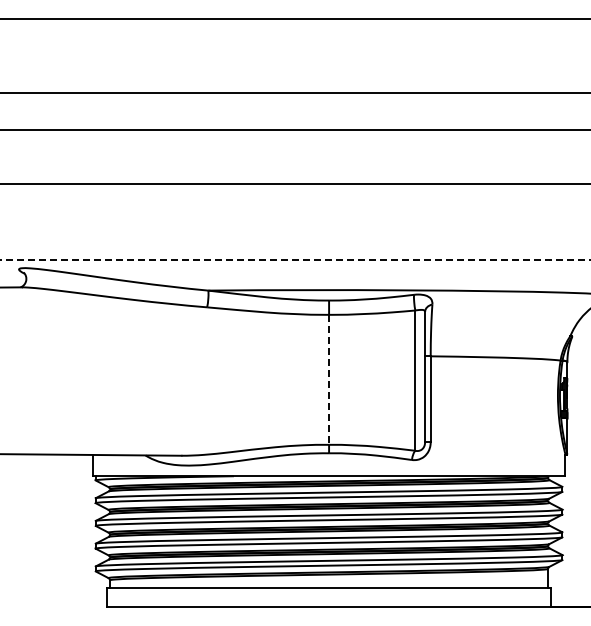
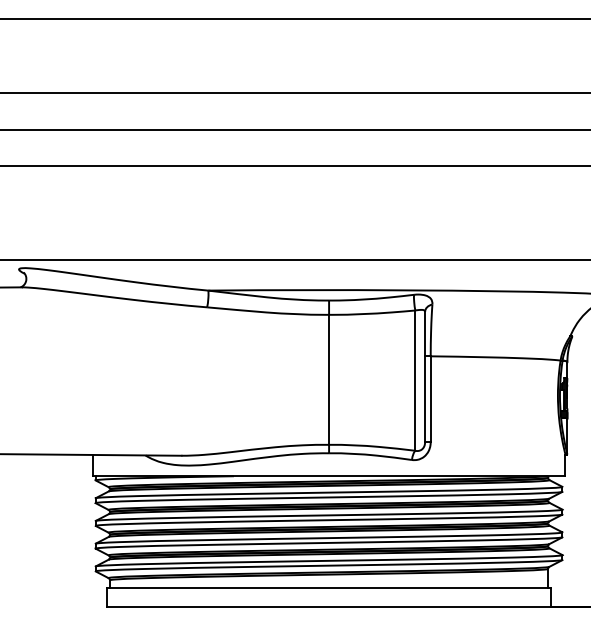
line at (294, 183) position: (294, 183) -> (294, 165)
line at (295, 259): dashed -> solid
line at (329, 380): dashed -> solid
